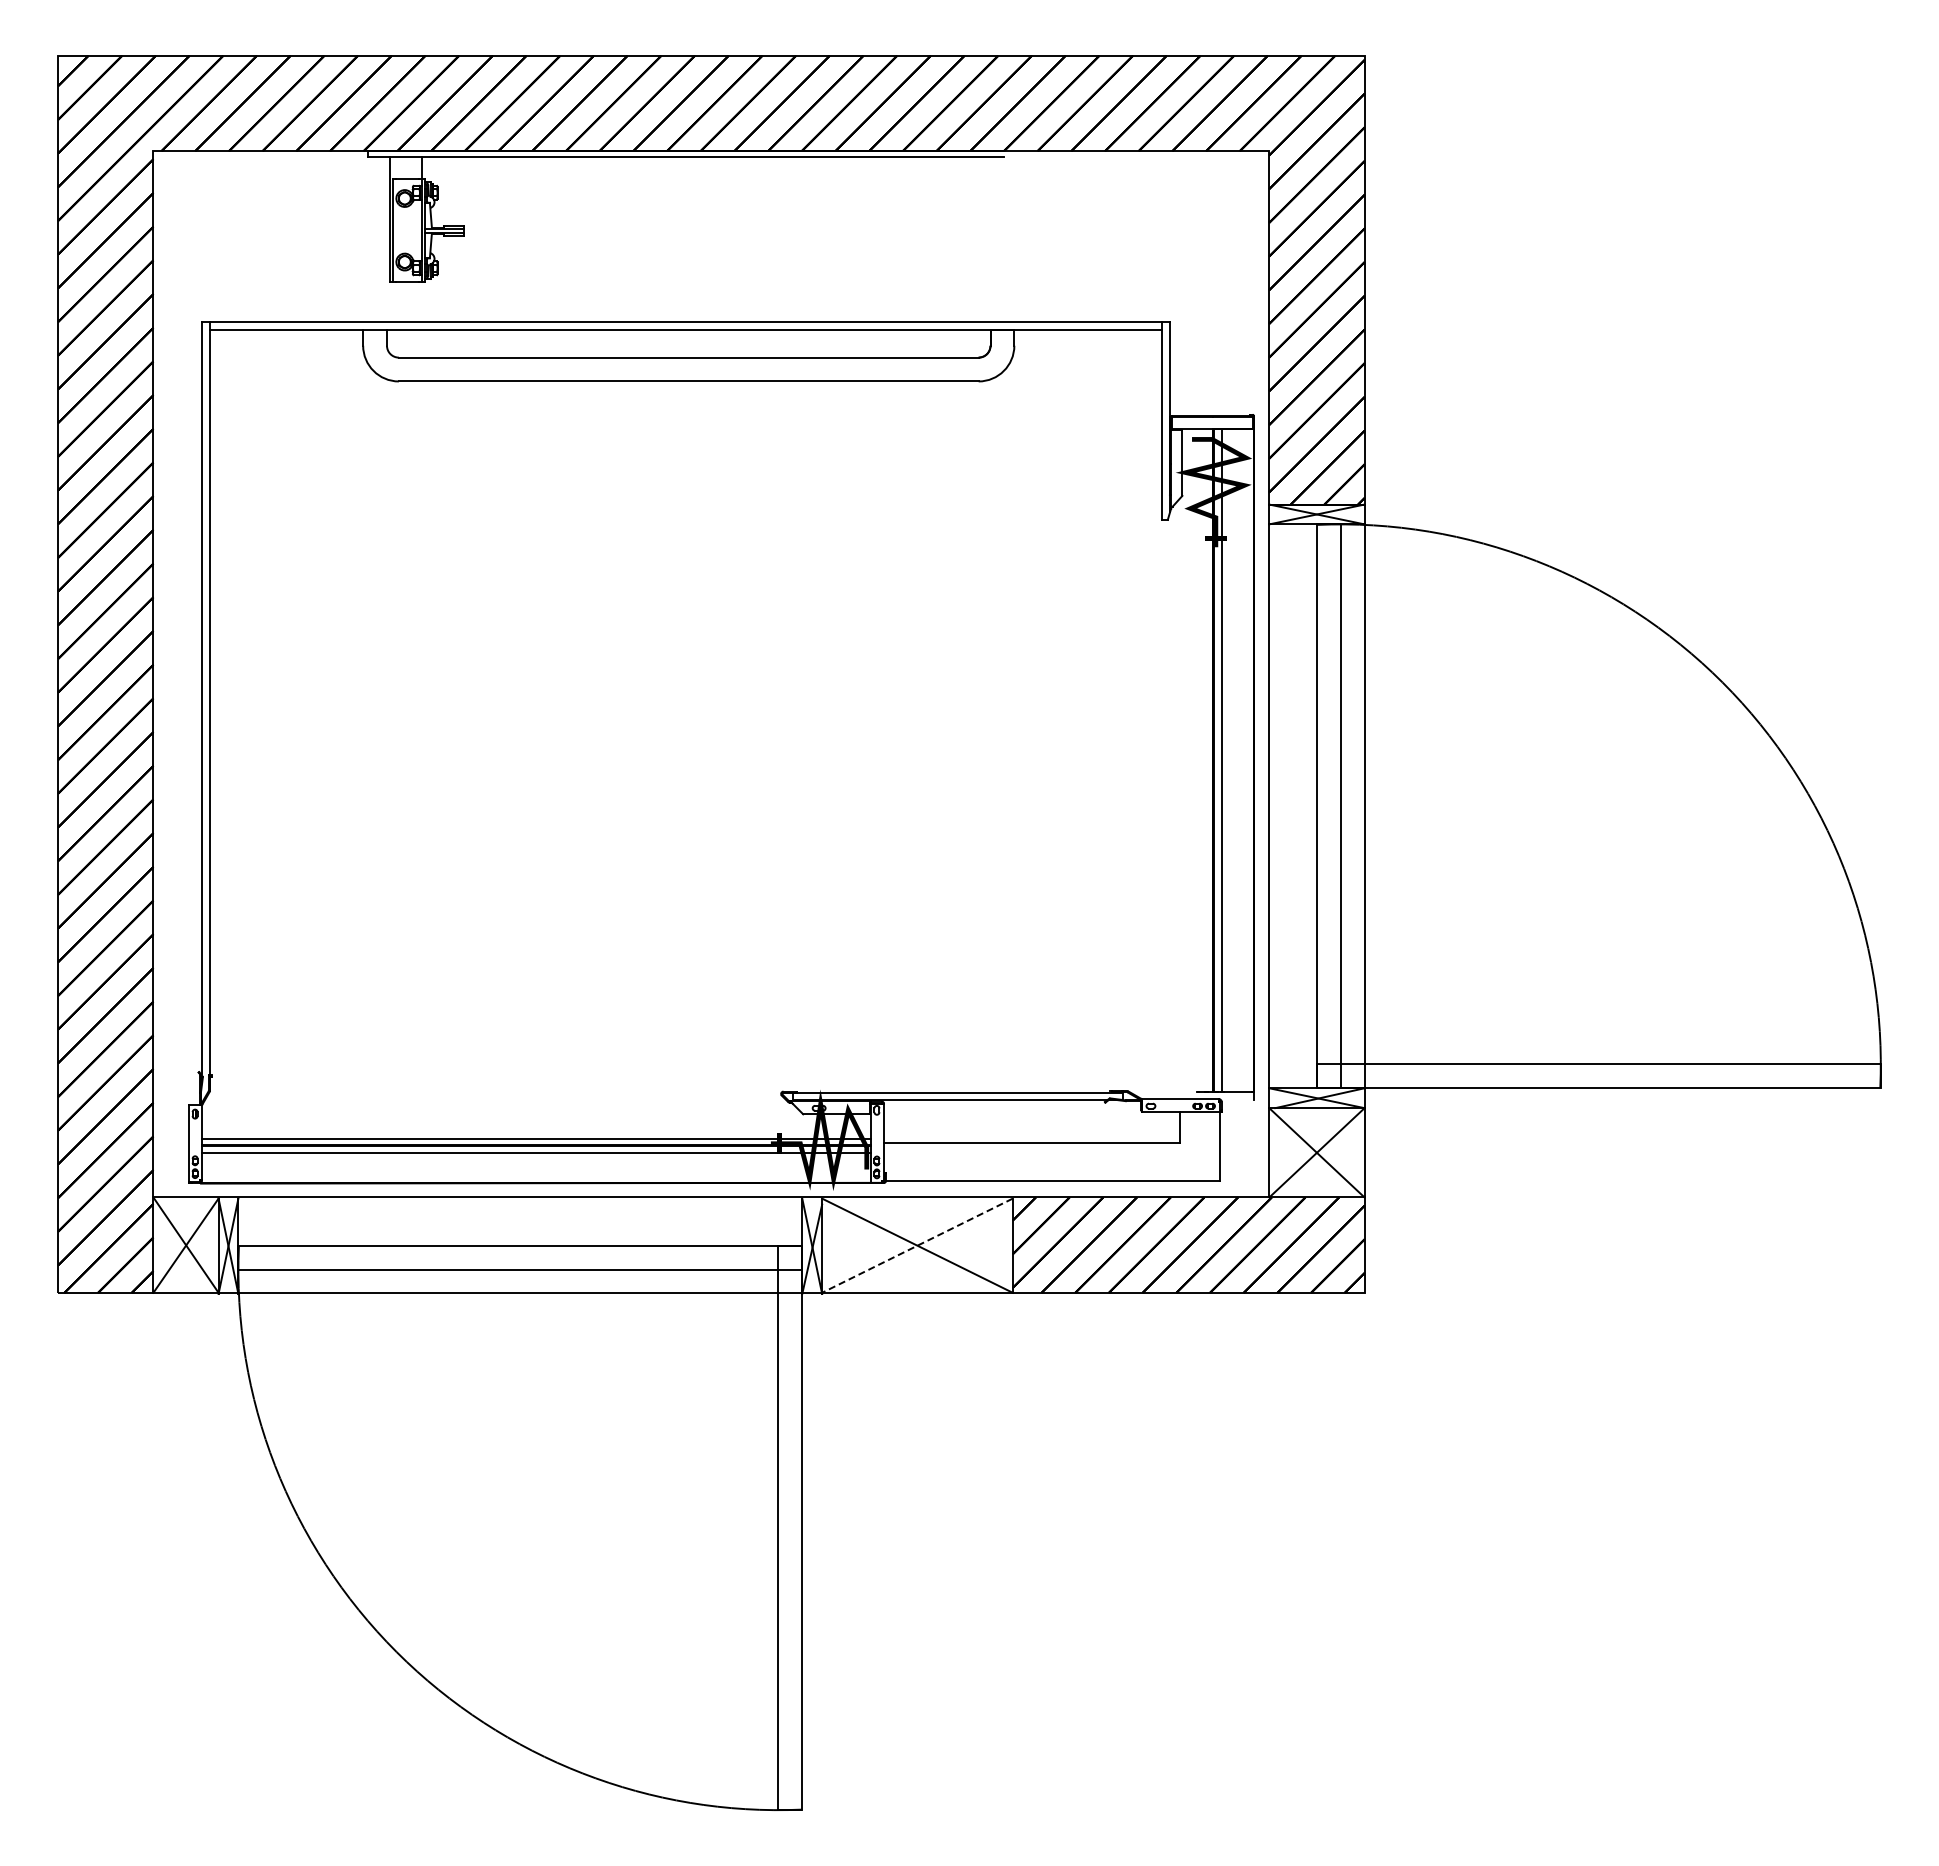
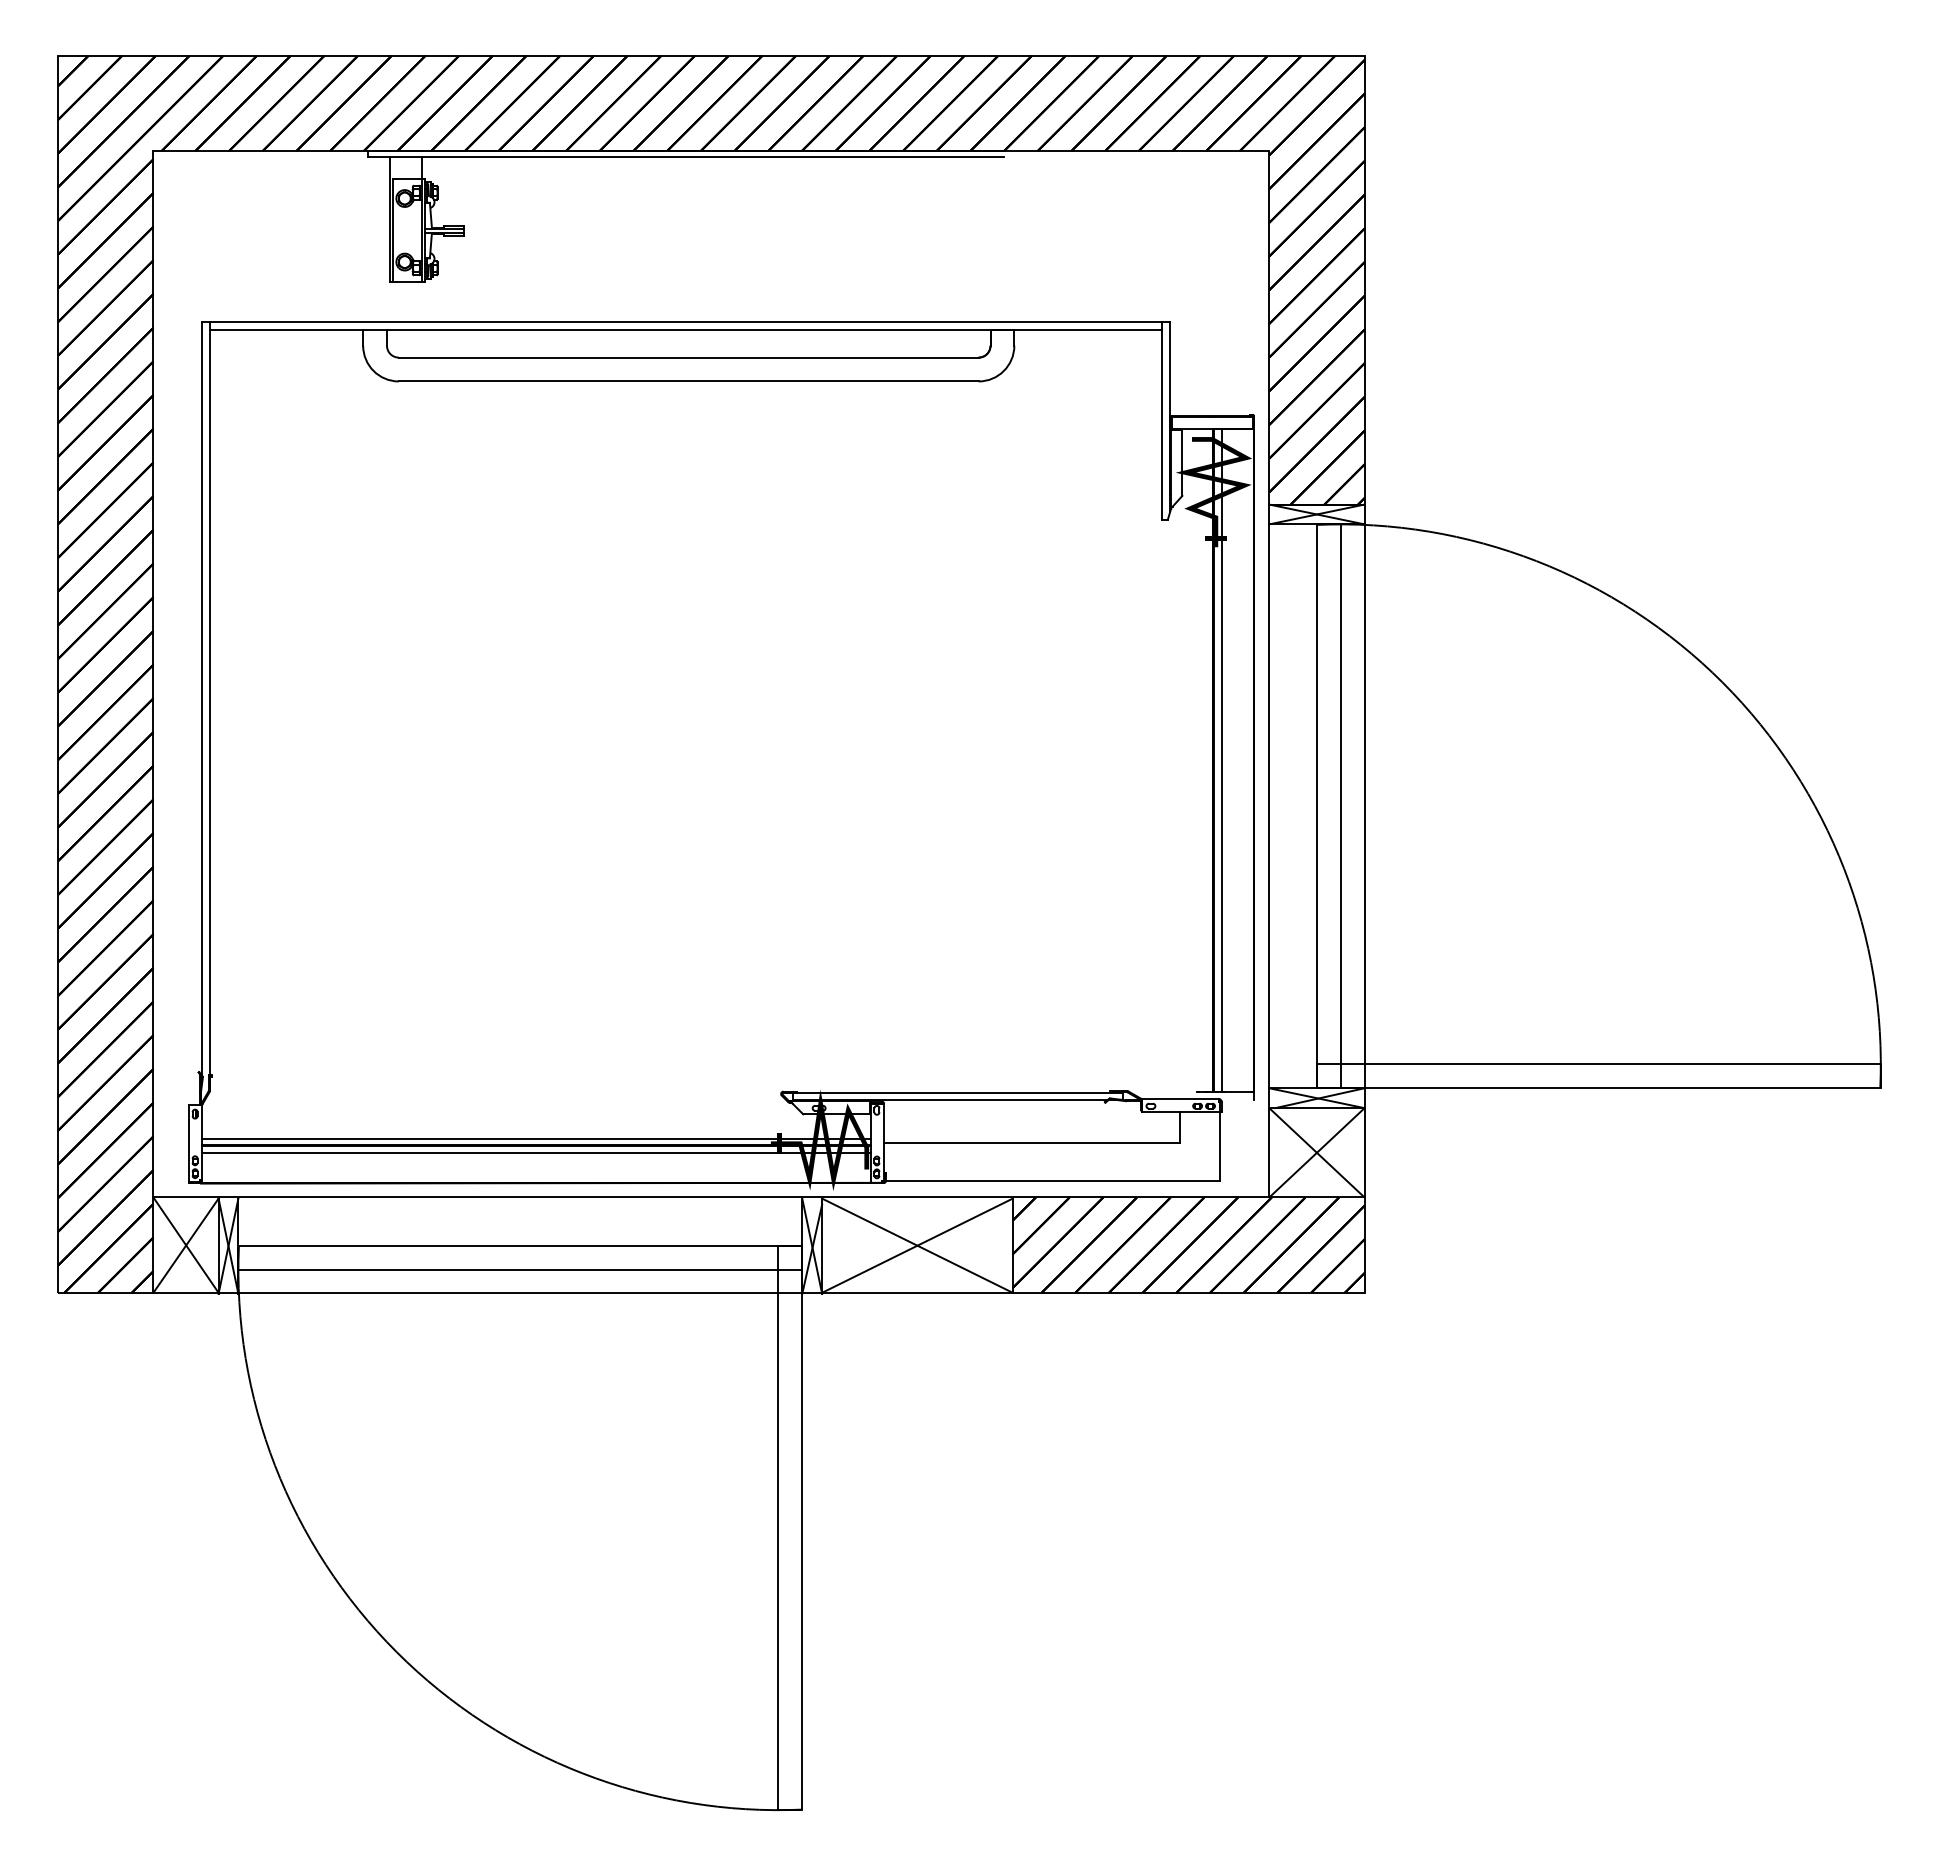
line at (917, 1245): dashed -> solid
